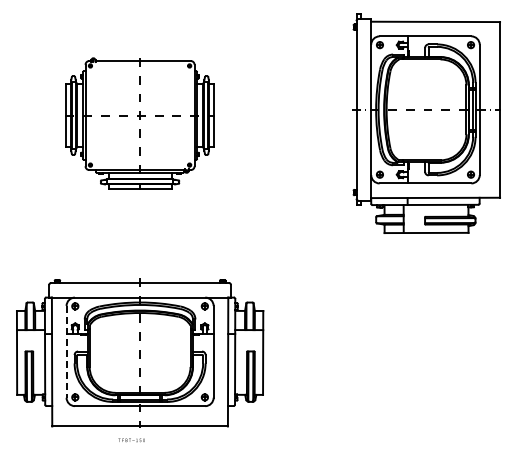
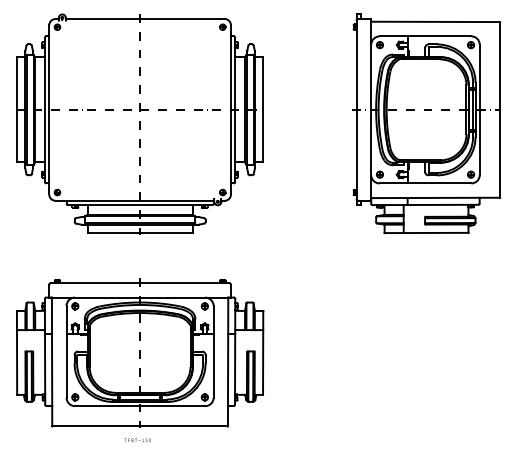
part at (139, 123) size: 150x133 px -> 248x222 px
line at (66, 351): dashed -> solid
text at (131, 440) position: (131, 440) -> (137, 440)
